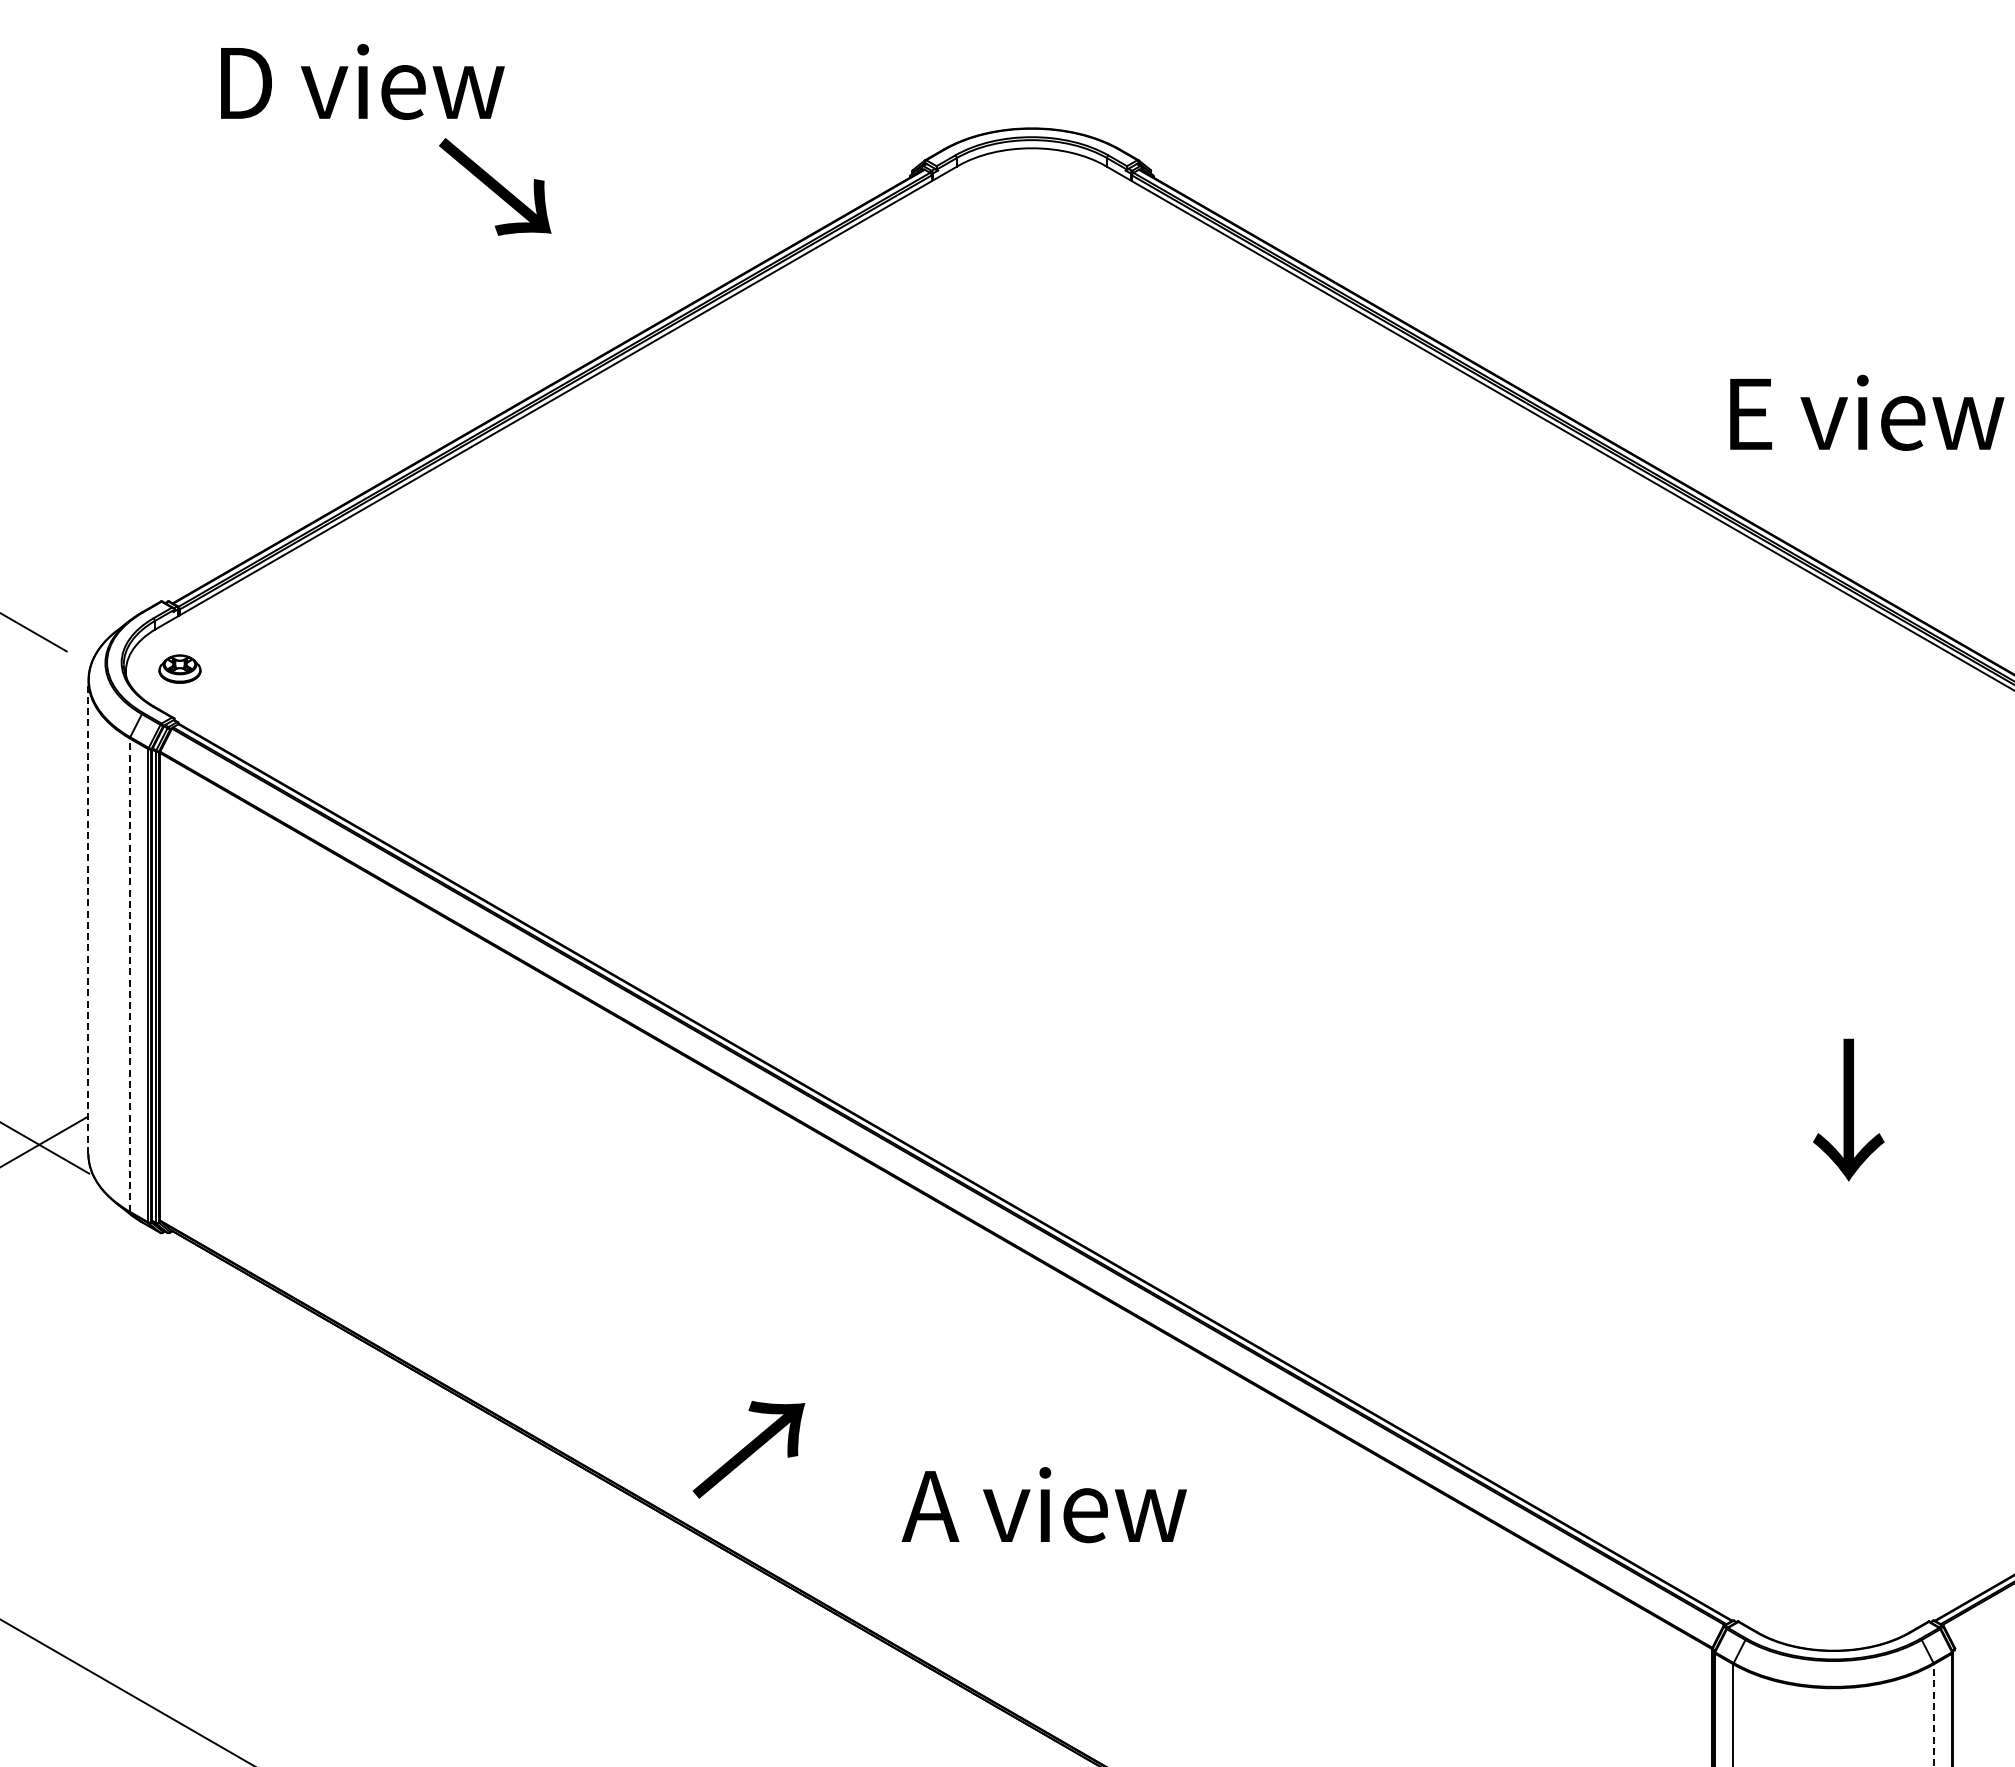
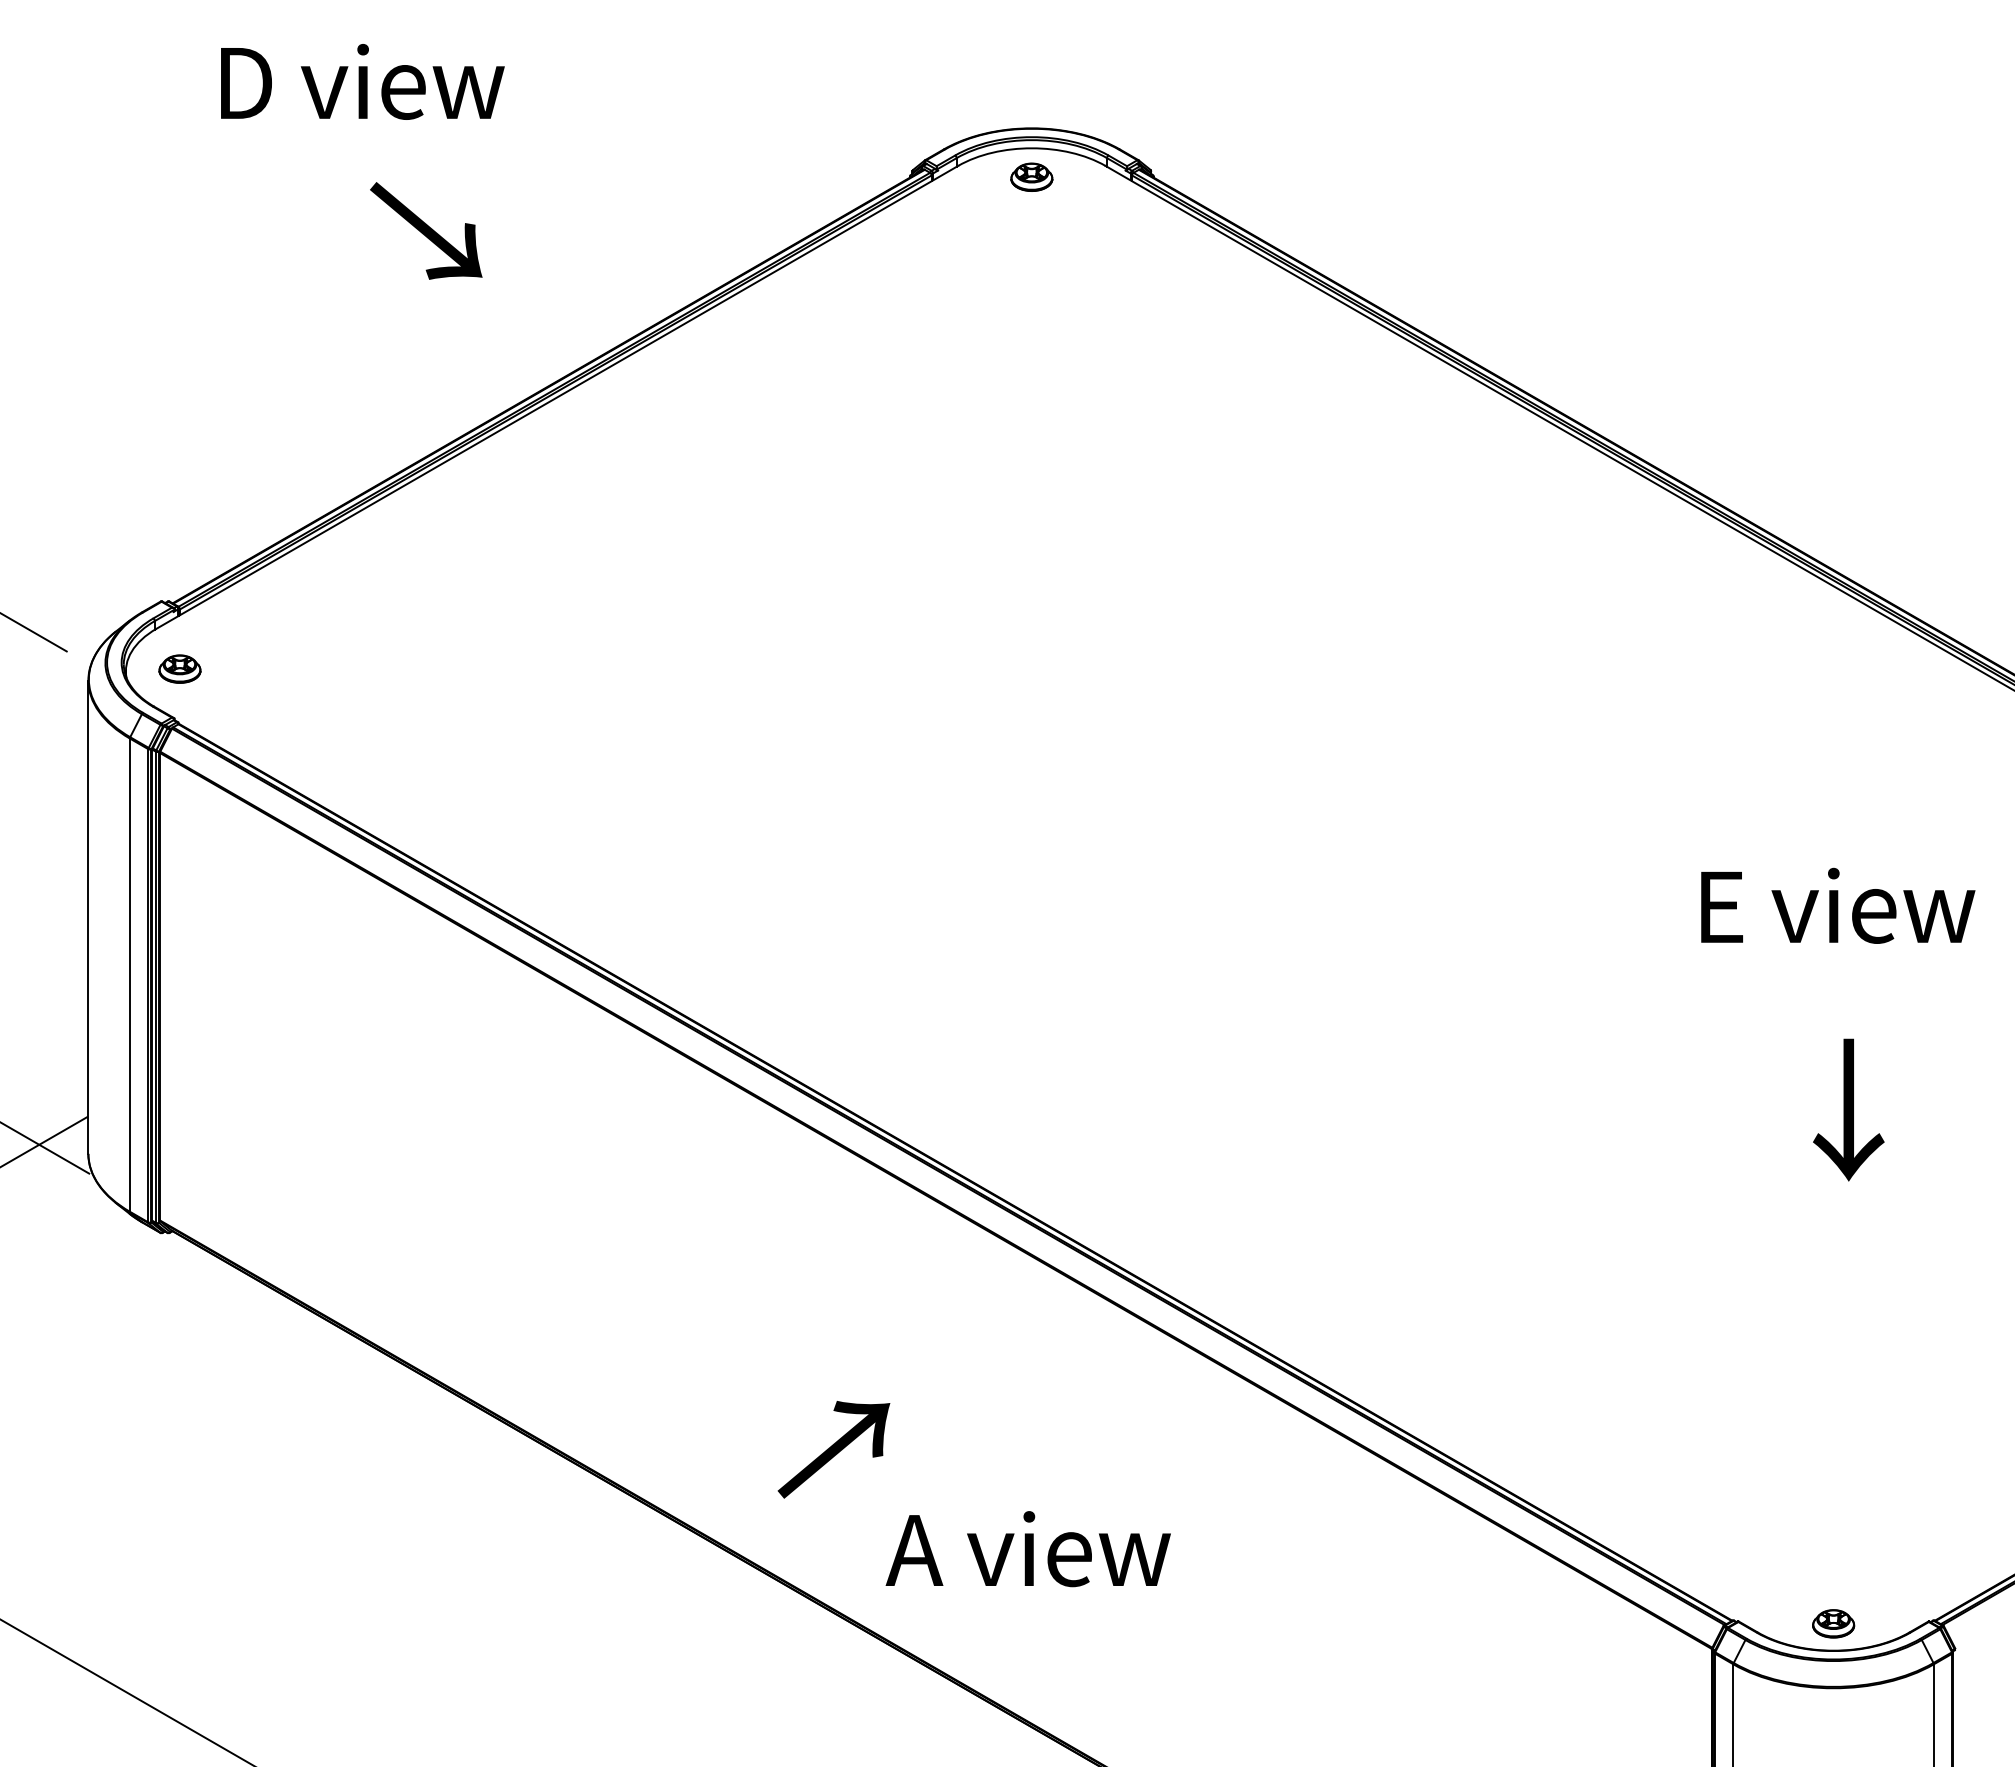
part at (1031, 176): none -> present
text at (495, 186) position: (495, 186) -> (426, 230)
text at (1867, 412) position: (1867, 412) -> (1838, 905)
line at (88, 917): dashed -> solid
line at (129, 975): dashed -> solid
text at (748, 1449) position: (748, 1449) -> (833, 1449)
text at (1043, 1505) position: (1043, 1505) -> (1027, 1549)
part at (1833, 1623): none -> present
line at (1933, 1715): dashed -> solid
